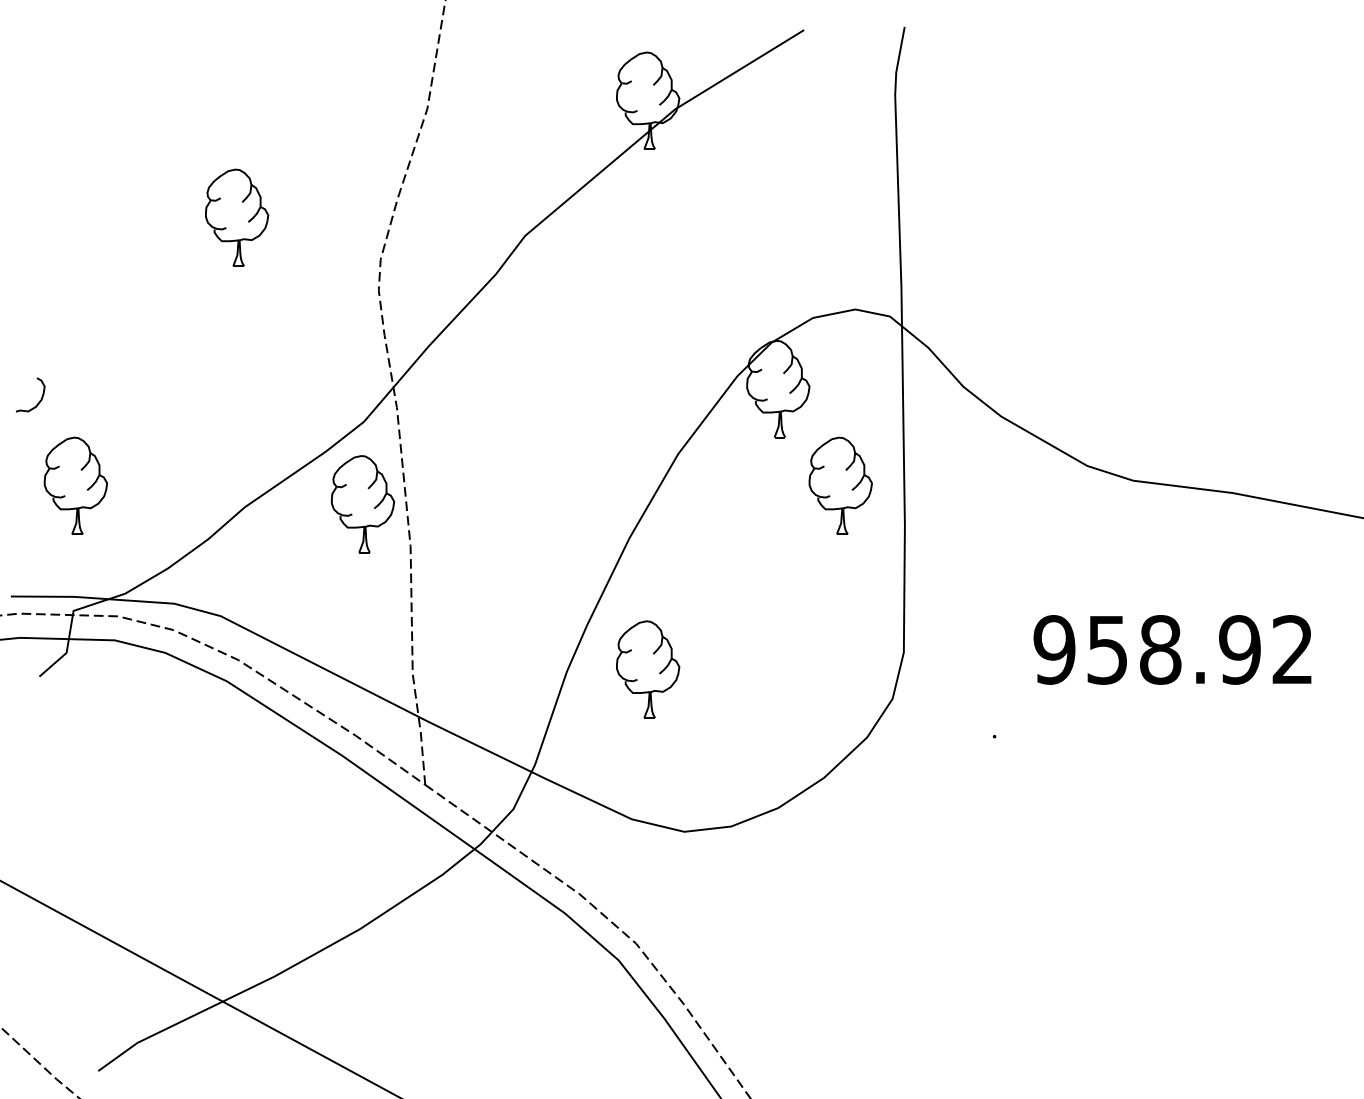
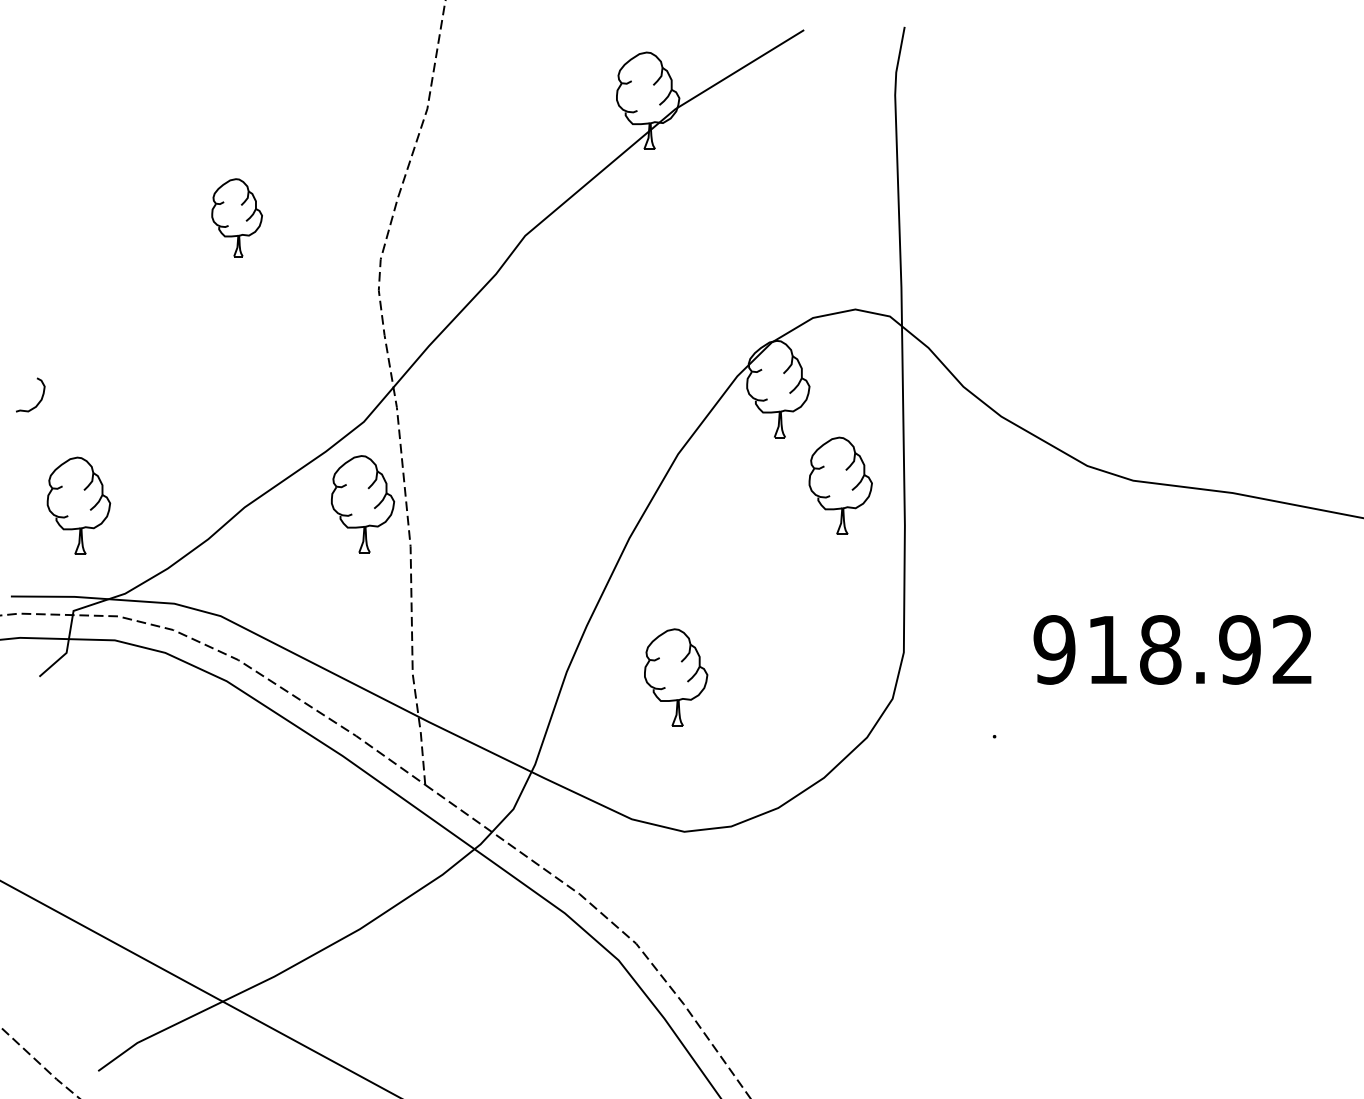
part at (237, 217) size: 65x99 px -> 52x80 px
part at (75, 485) position: (75, 485) -> (78, 505)
text at (1106, 650): 958.92 -> 918.92
part at (648, 669) position: (648, 669) -> (676, 677)
